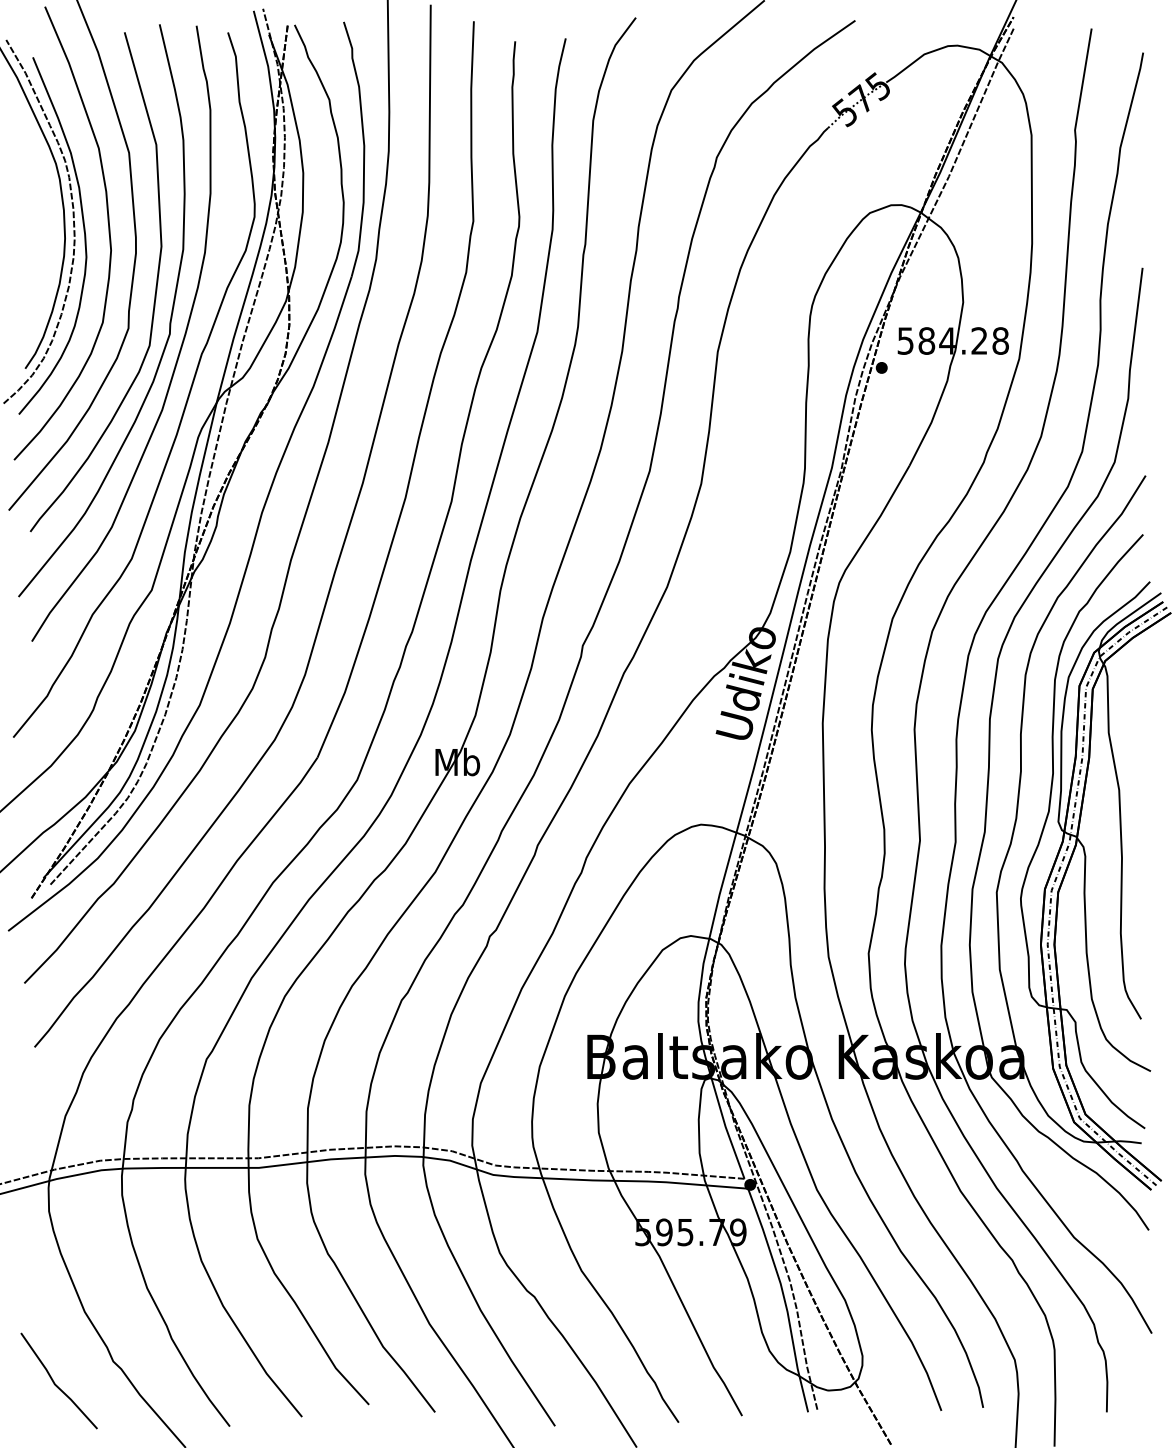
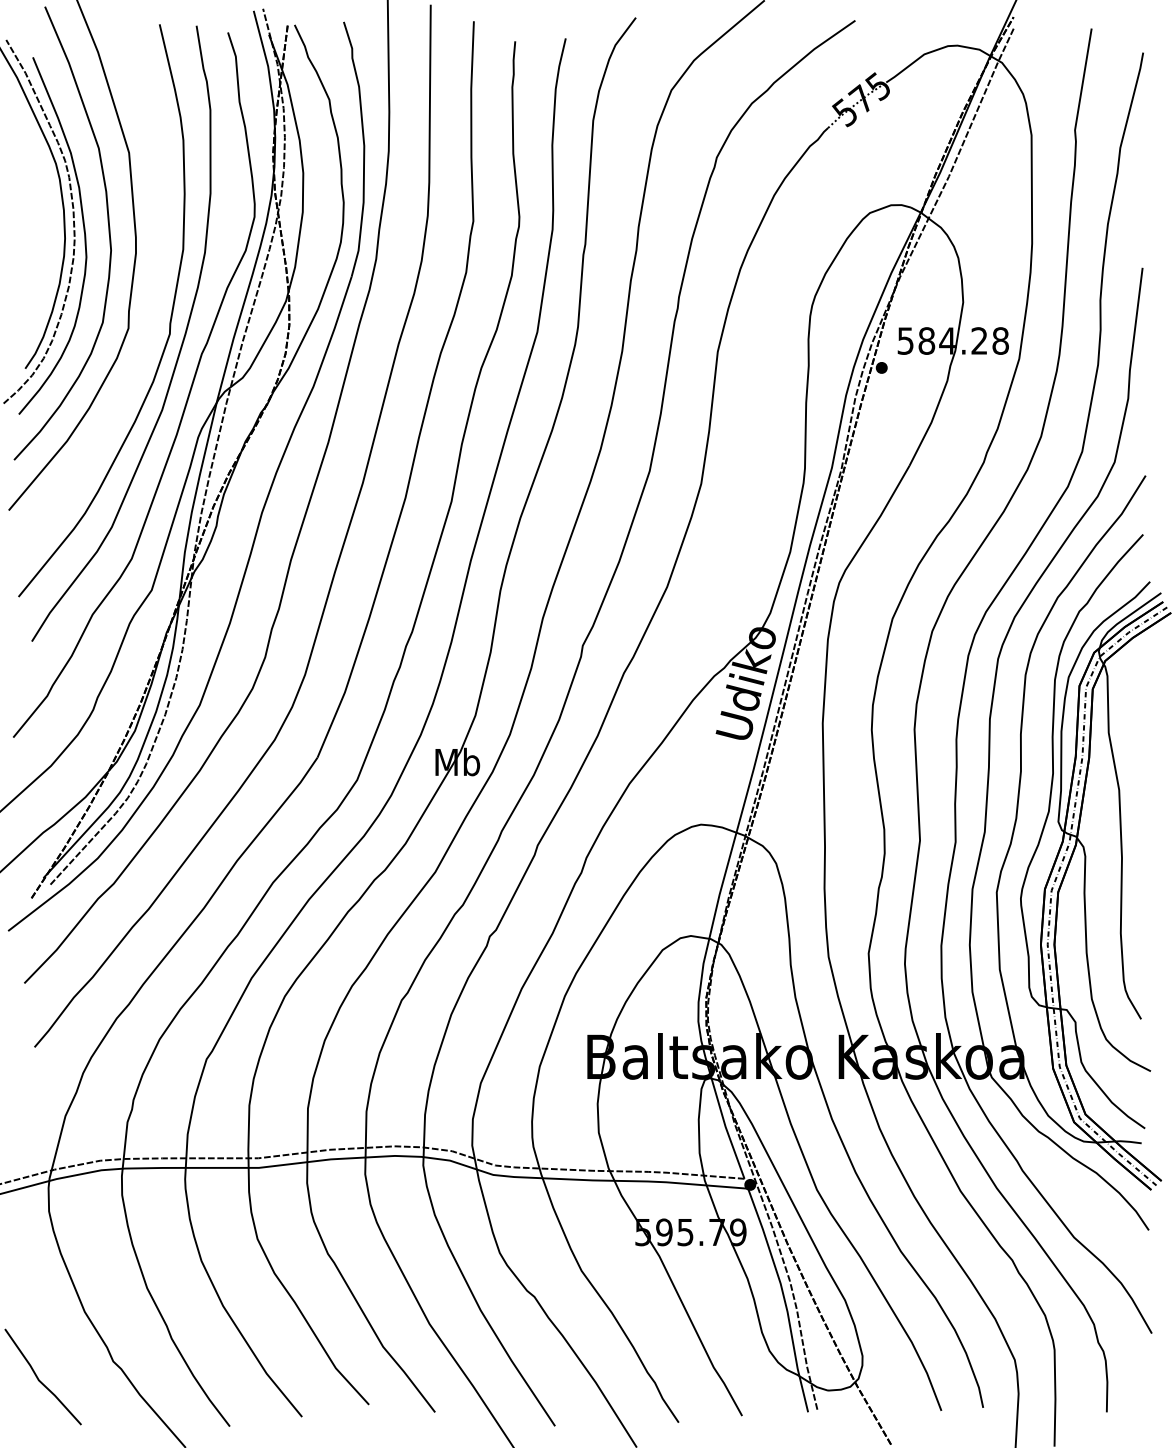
curve at (155, 286): present -> none
line at (54, 1381) position: (54, 1381) -> (38, 1377)
